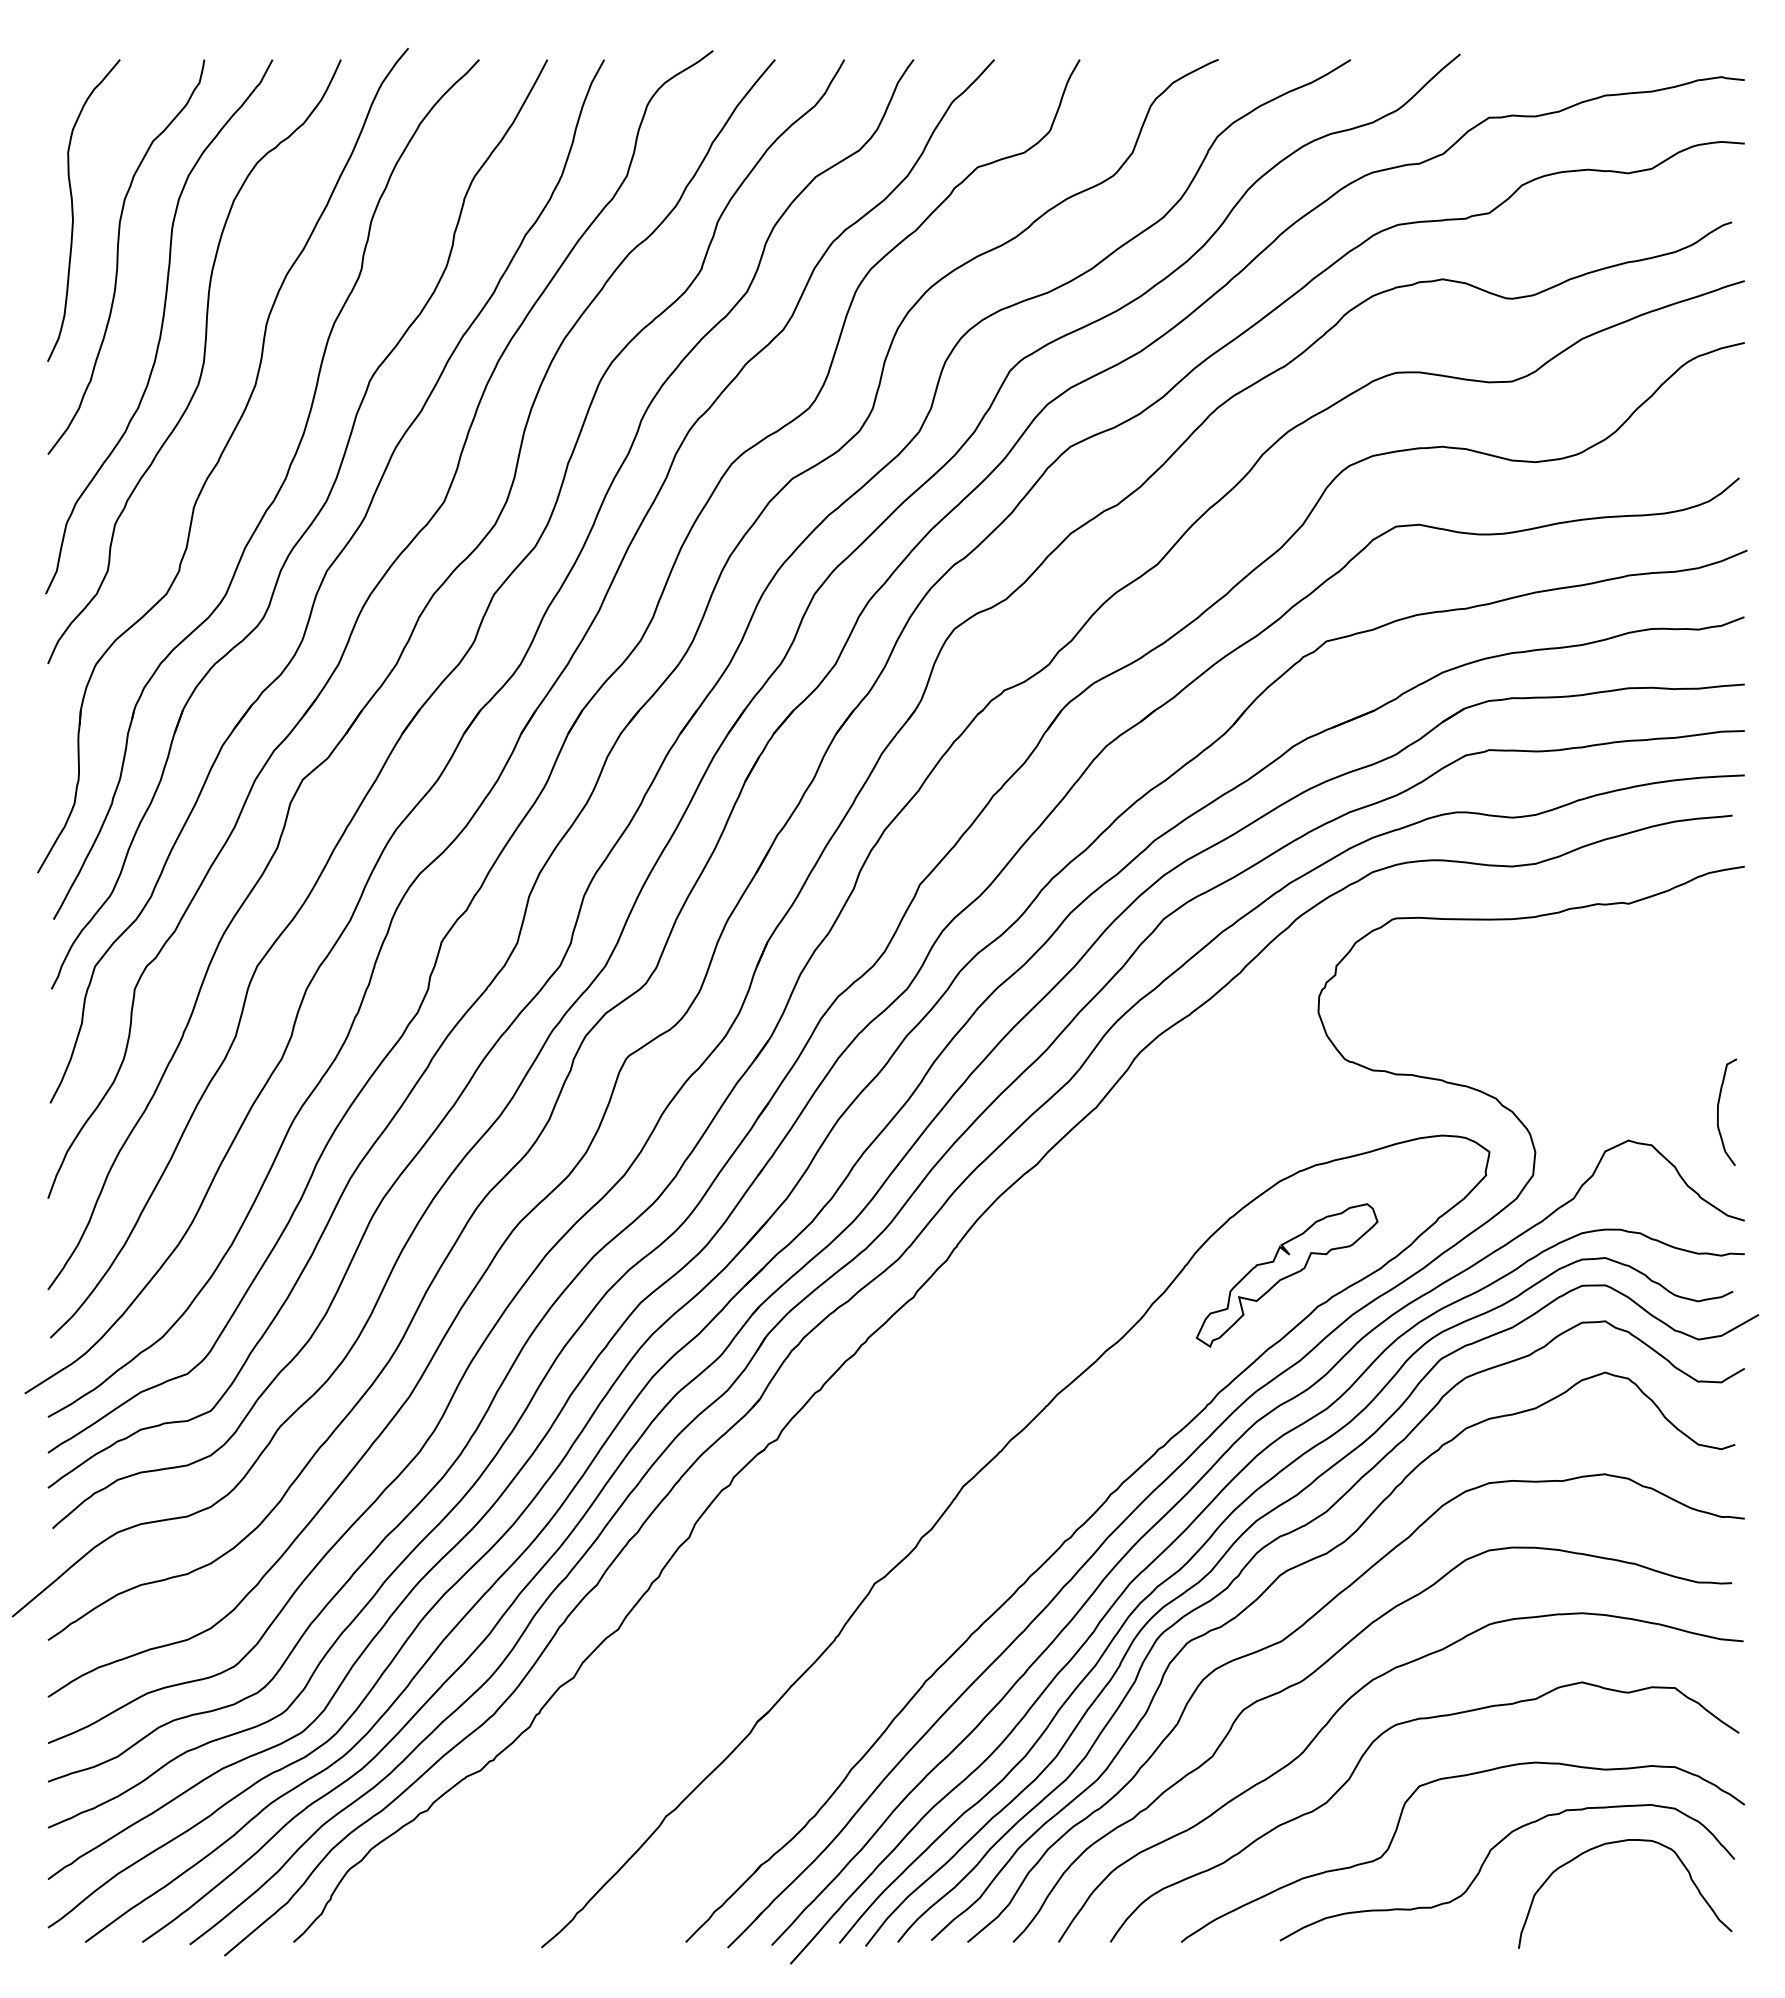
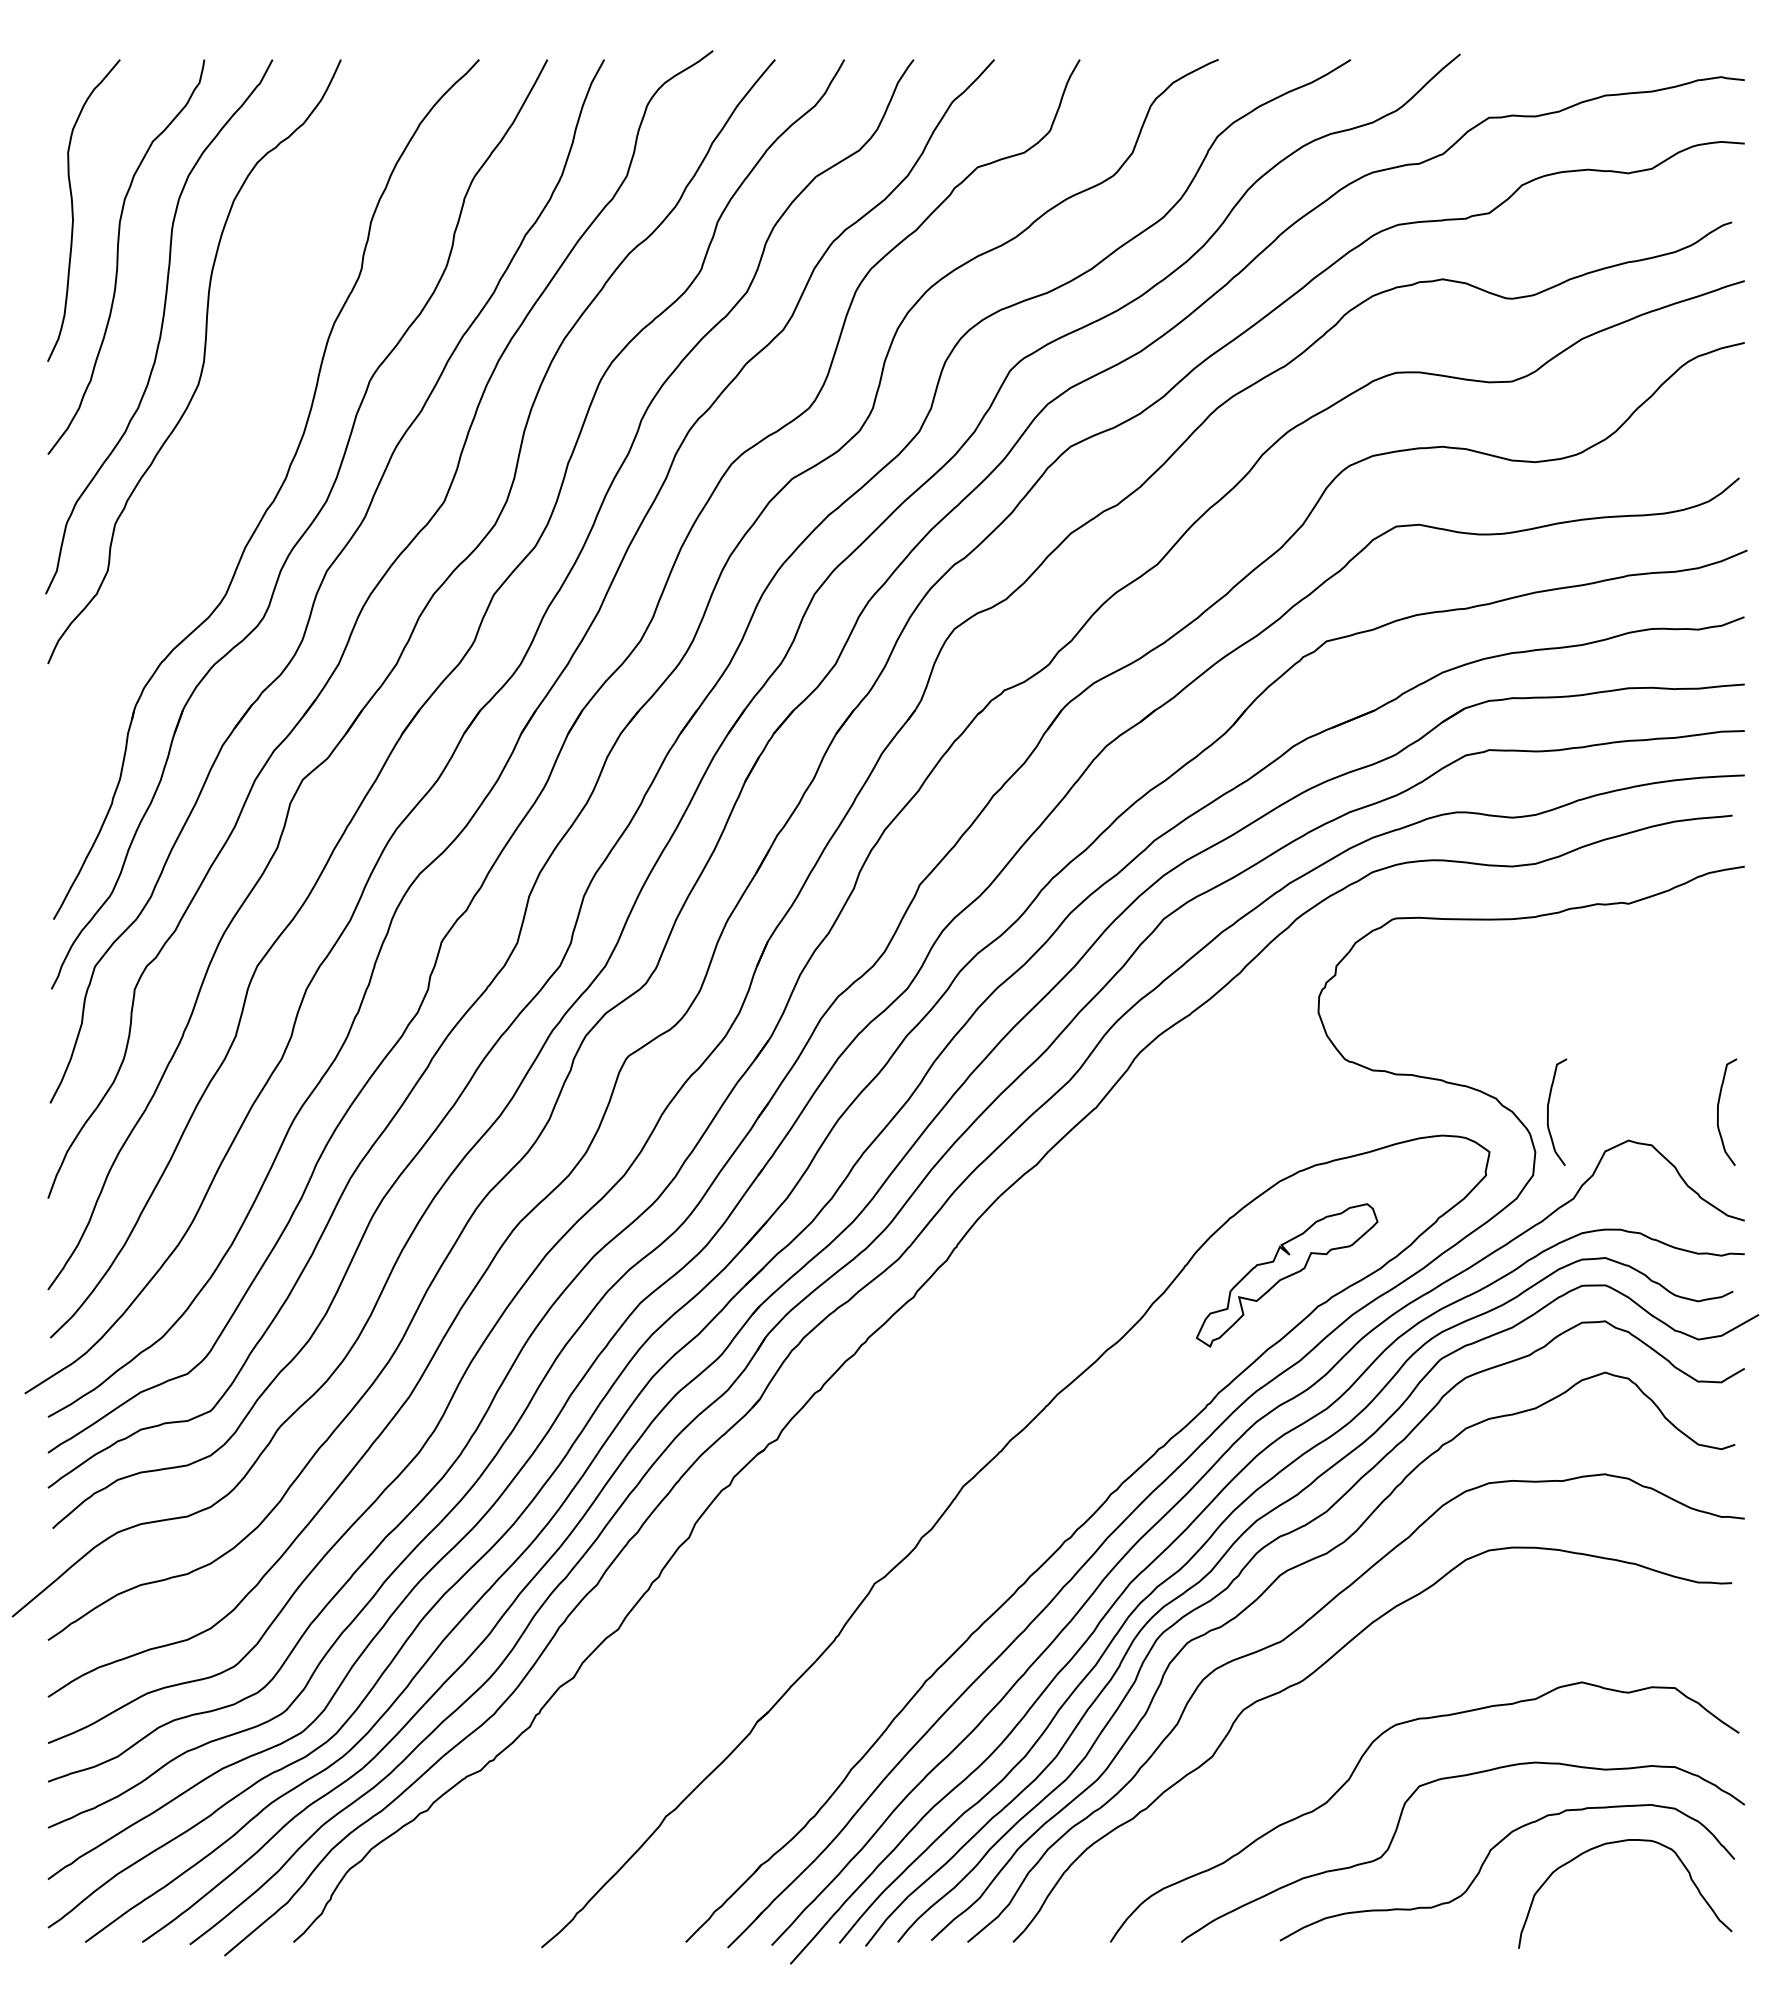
part at (222, 460): present -> none
curve at (1548, 1112): none -> present
curve at (1329, 1722): present -> none
